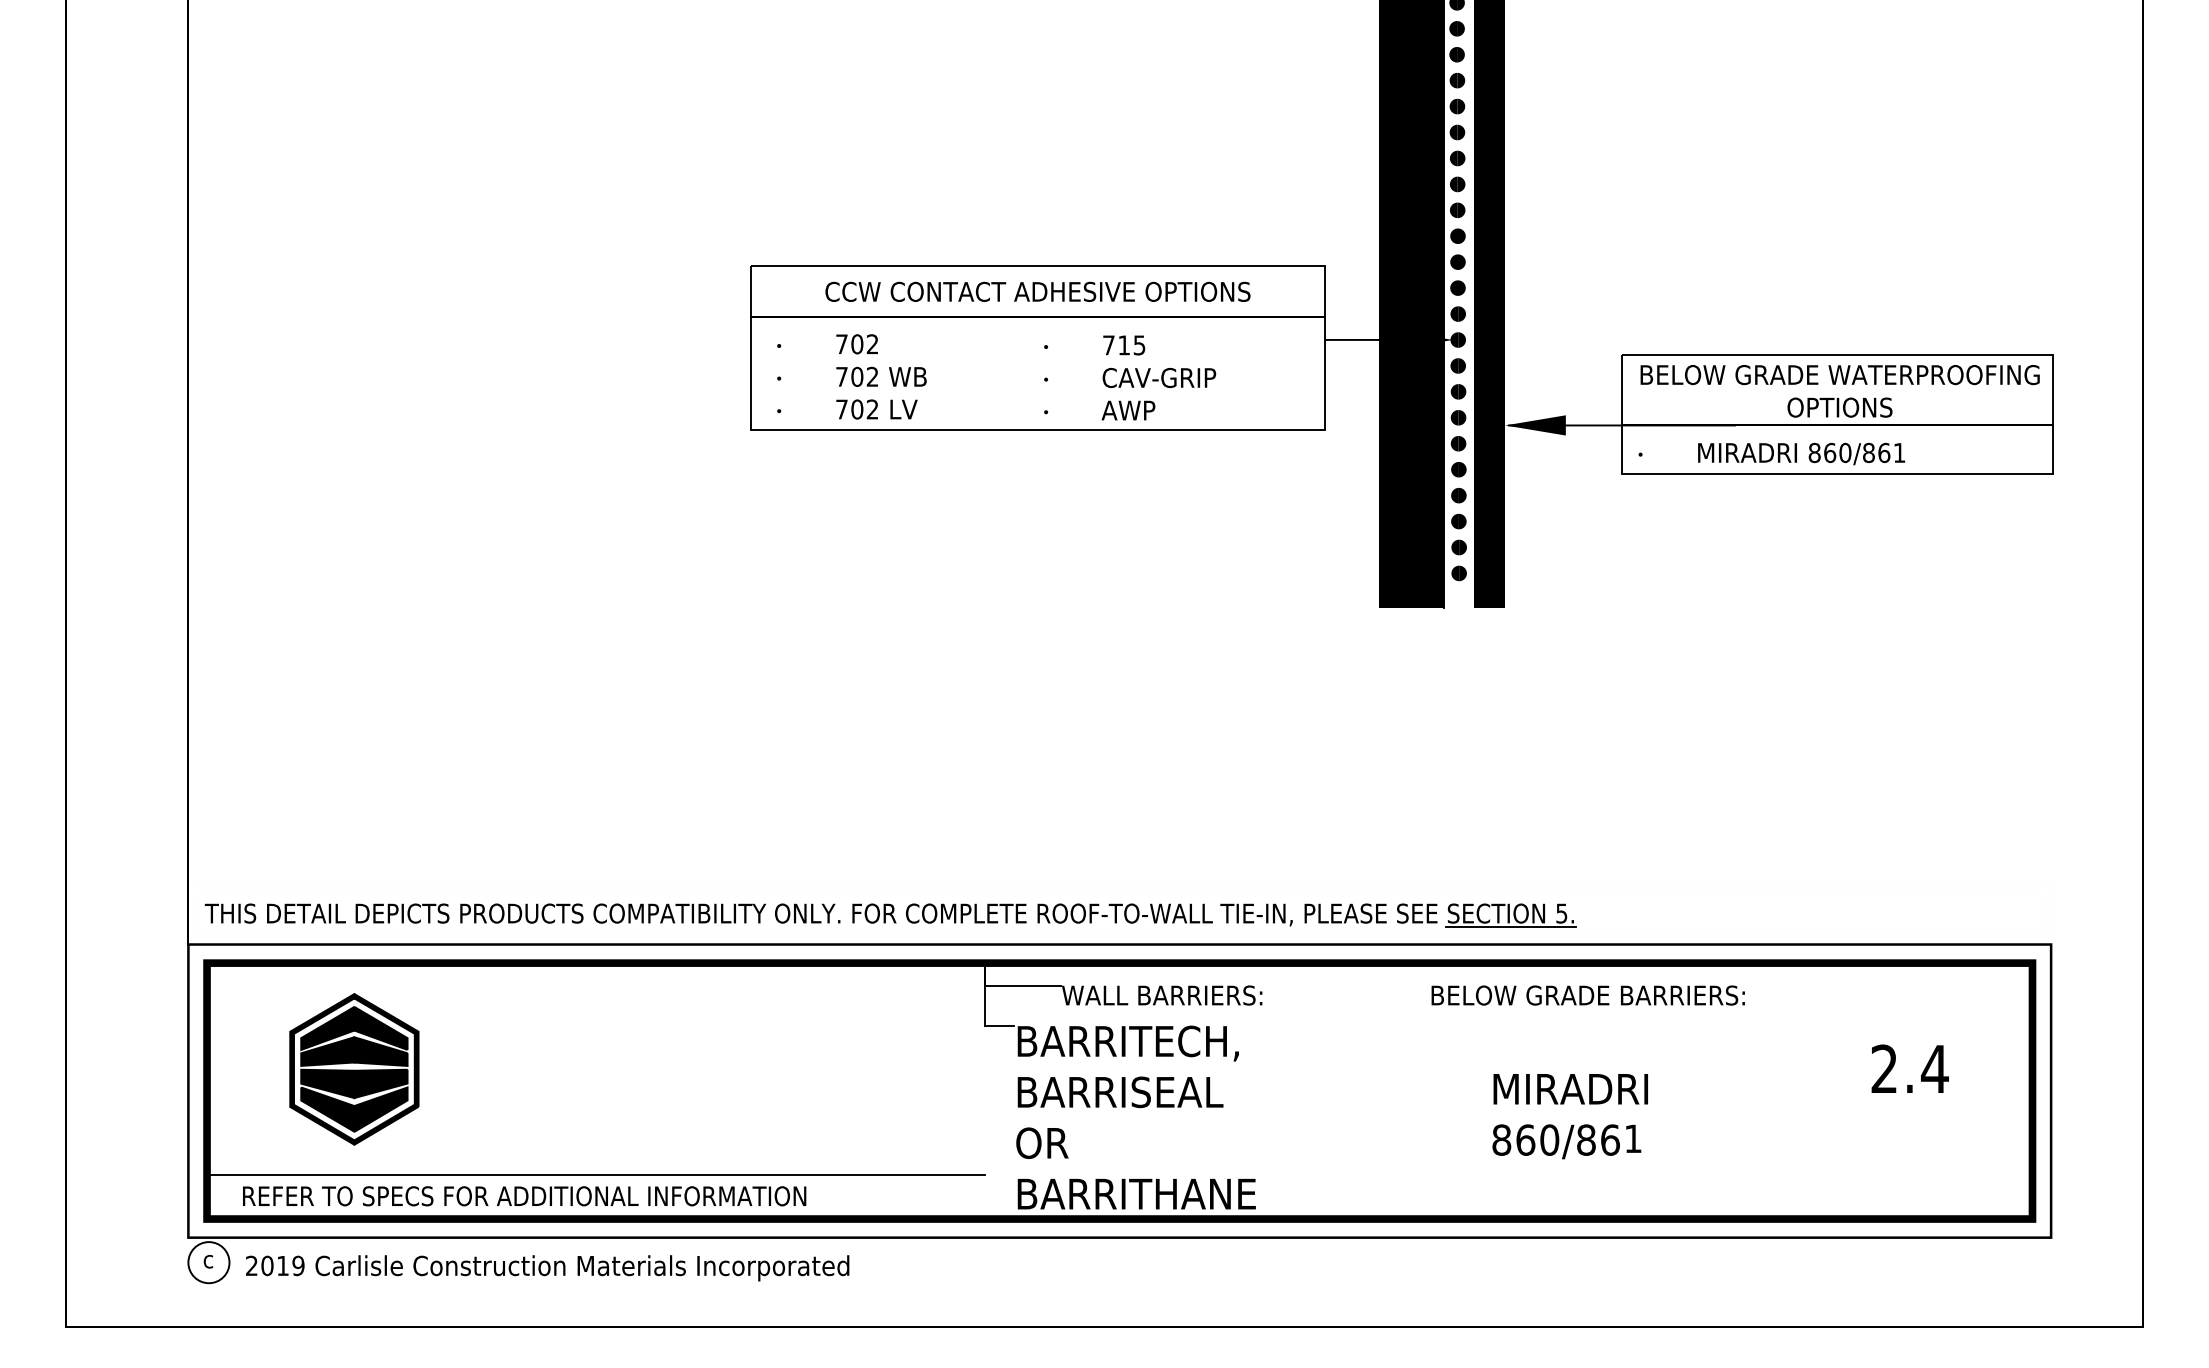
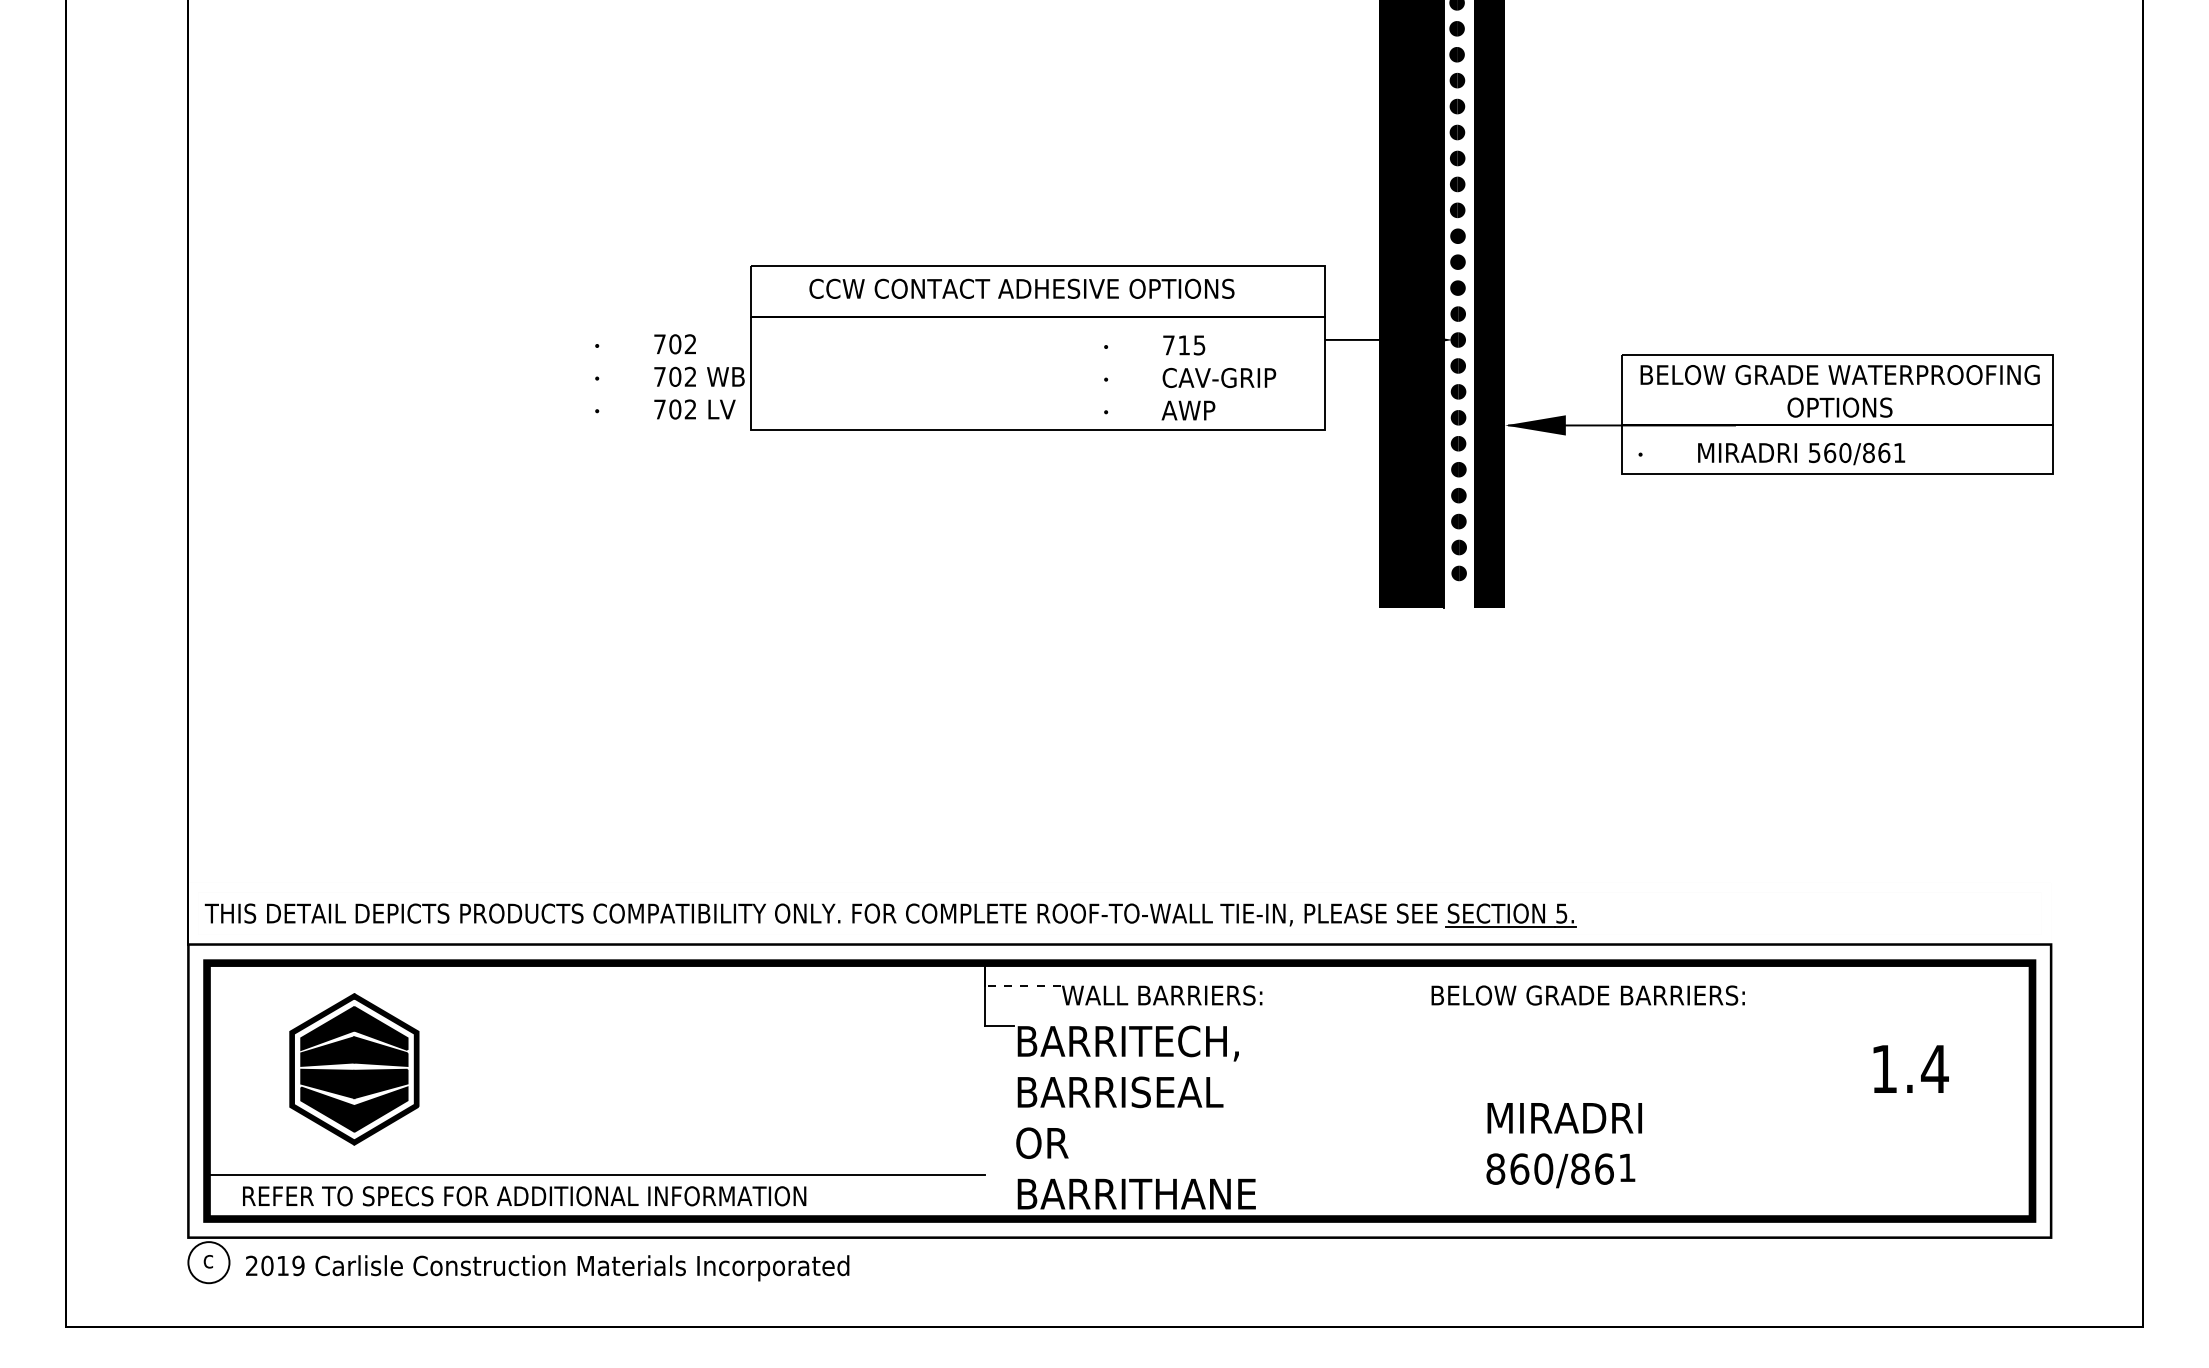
text at (1037, 291) position: (1037, 291) -> (1021, 288)
text at (851, 376) position: (851, 376) -> (669, 376)
text at (1130, 377) position: (1130, 377) -> (1190, 377)
text at (1814, 452): 860/861 -> 560/861
line at (1022, 985): solid -> dashed
text at (1883, 1068): 2.4 -> 1.4
text at (1569, 1116) position: (1569, 1116) -> (1563, 1145)
